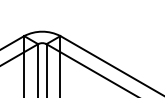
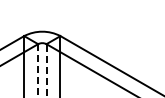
line at (46, 70): solid -> dashed
line at (38, 71): solid -> dashed
